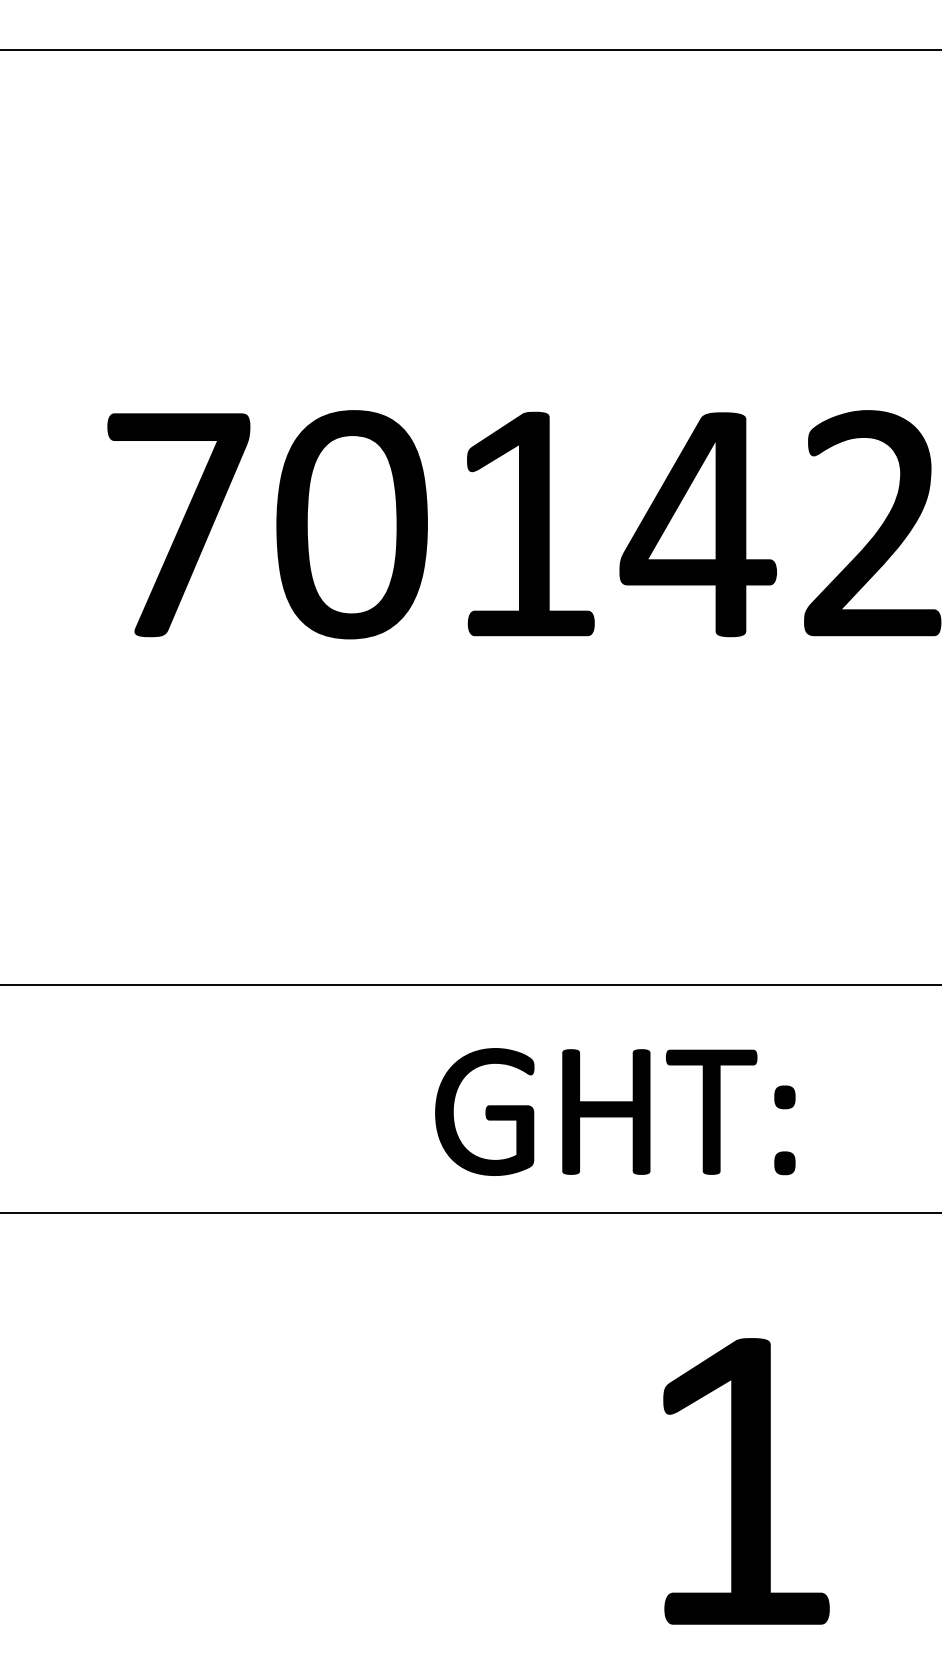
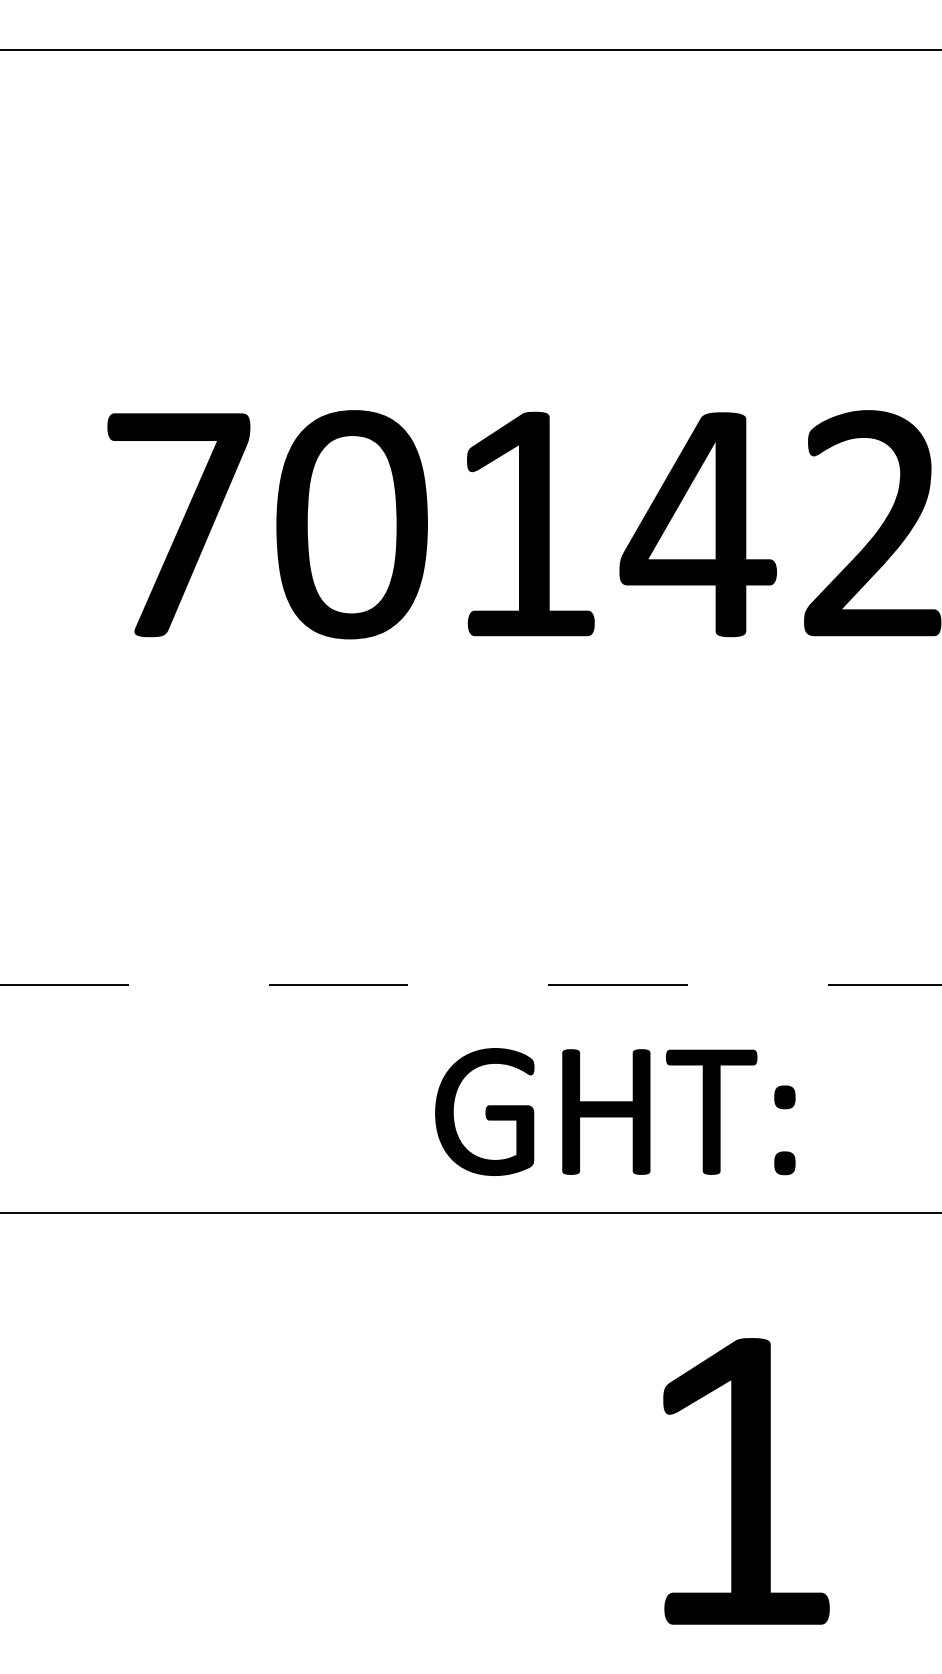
line at (471, 985): solid -> dashed
